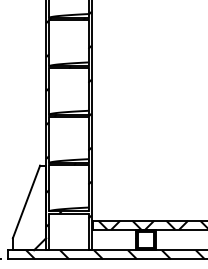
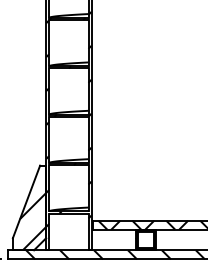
hatch at (33, 221): none -> present
